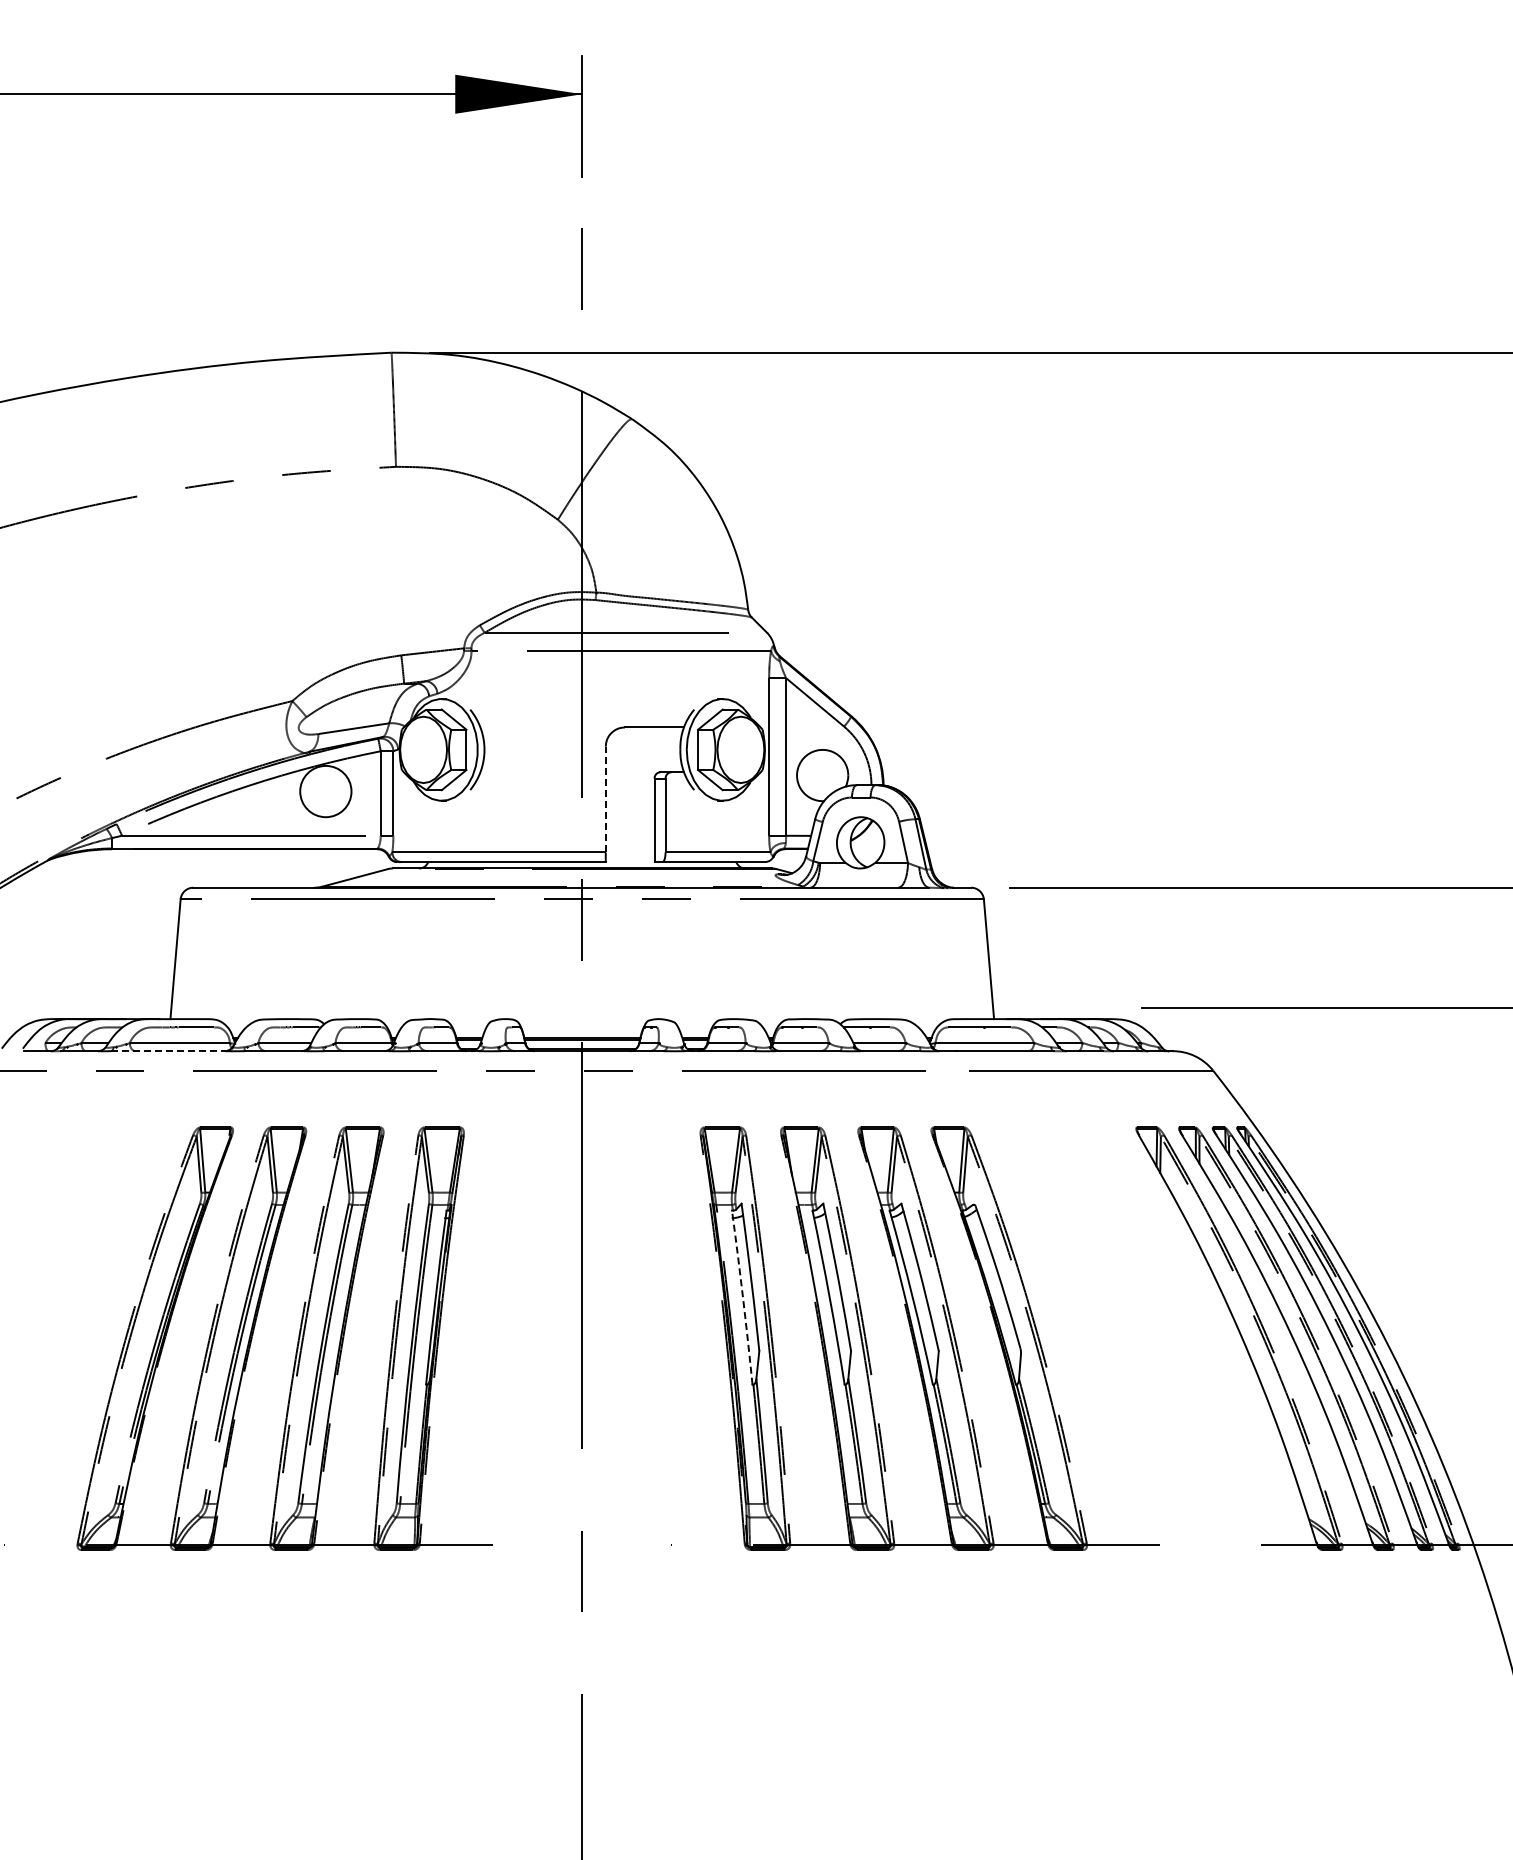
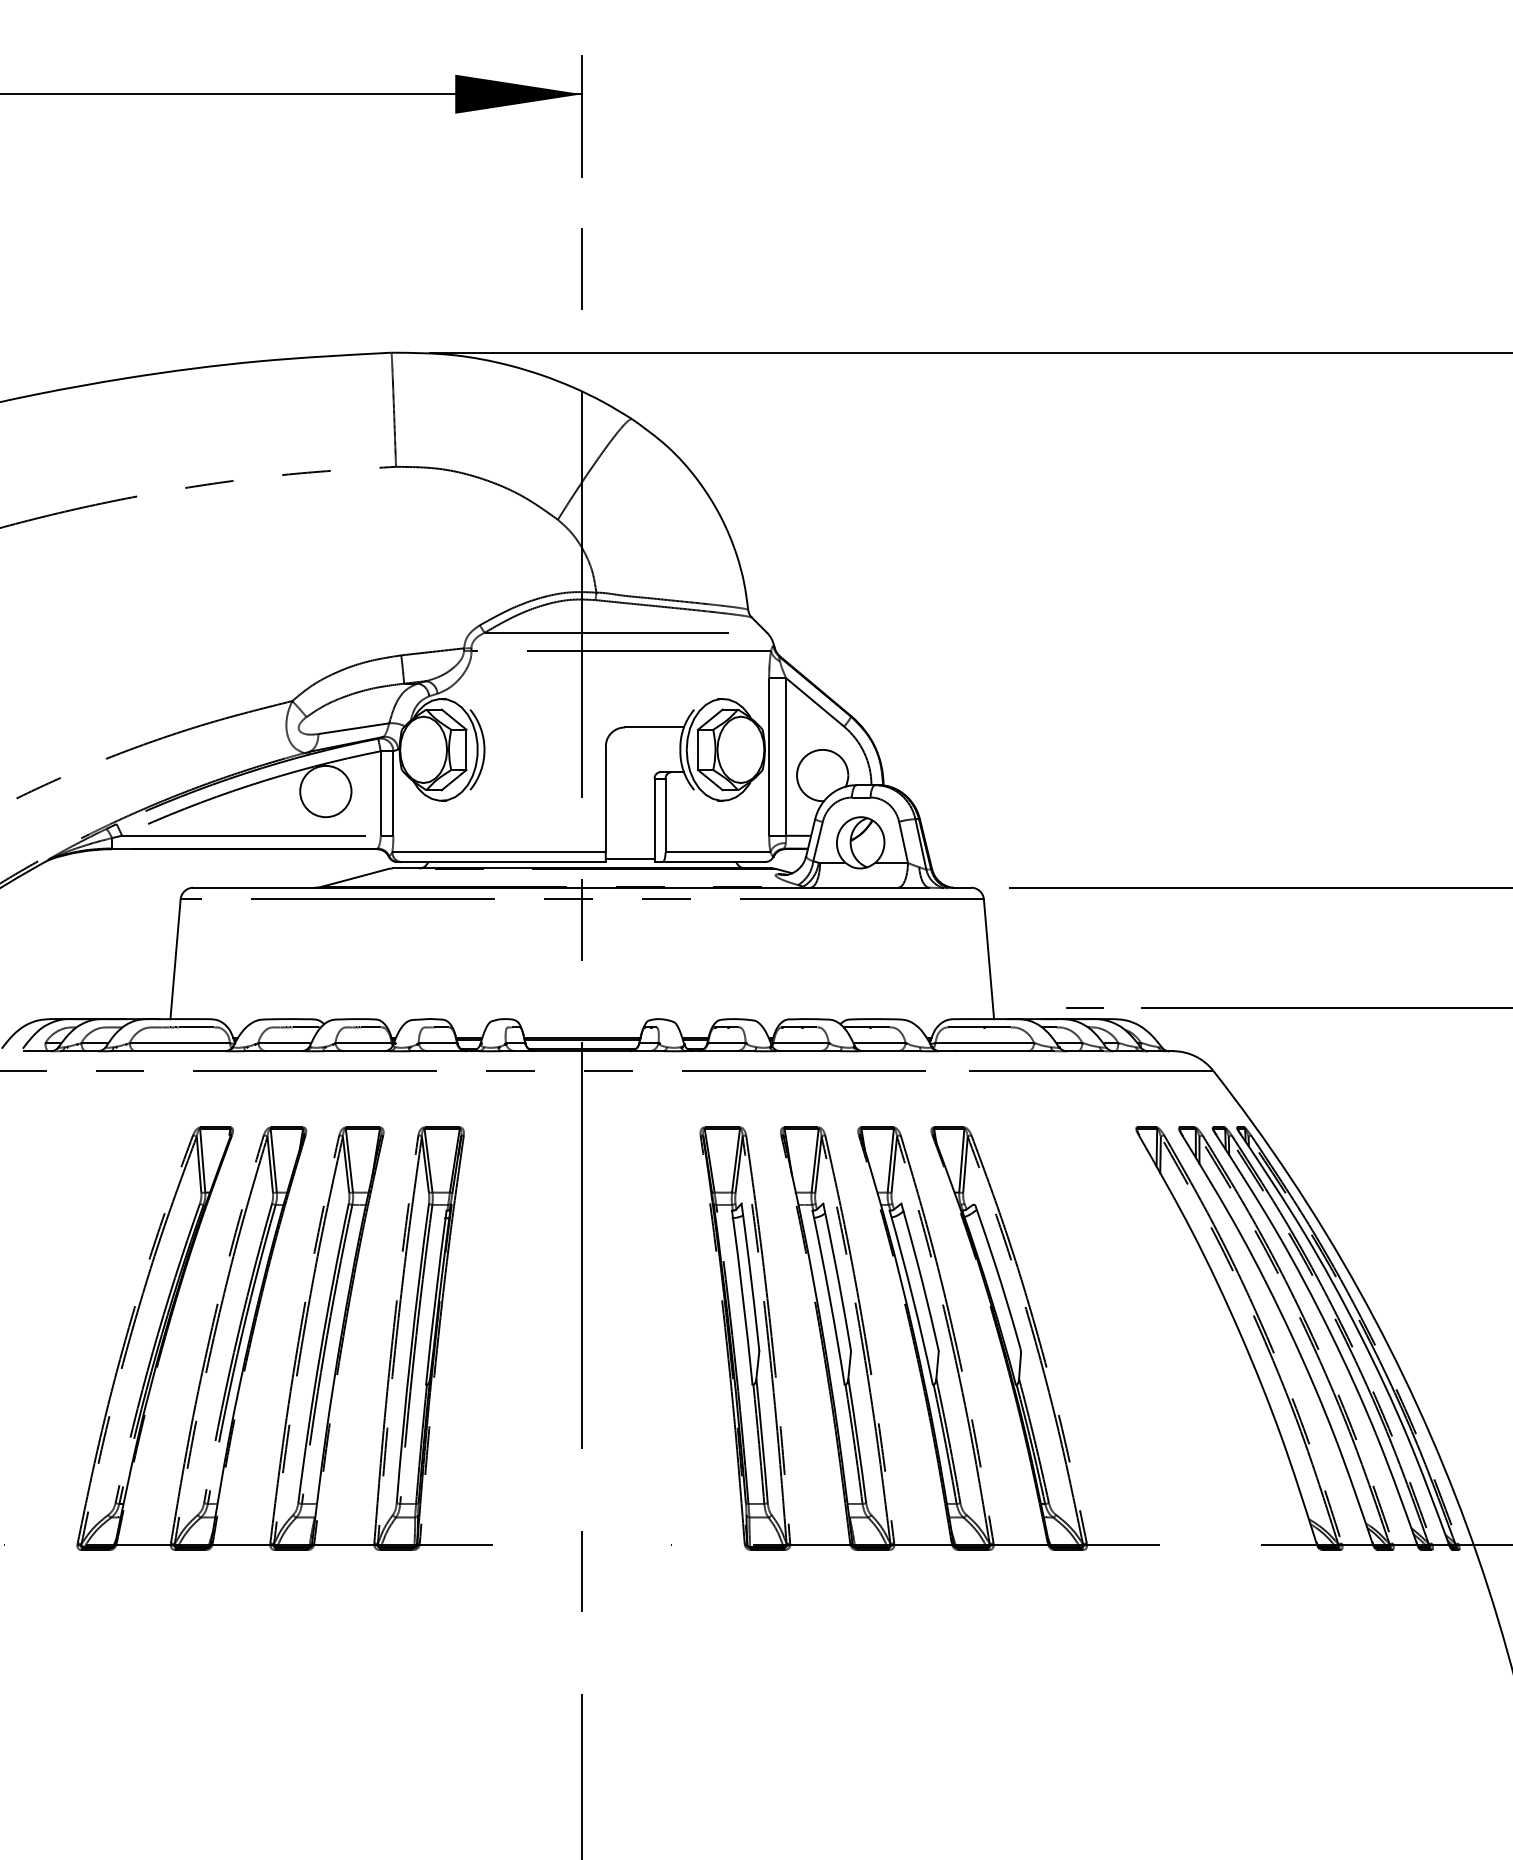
line at (605, 799): dashed -> solid
line at (629, 858): none -> present
line at (1084, 1007): none -> present
line at (169, 1051): dashed -> solid
arc at (743, 1297): dashed -> solid
